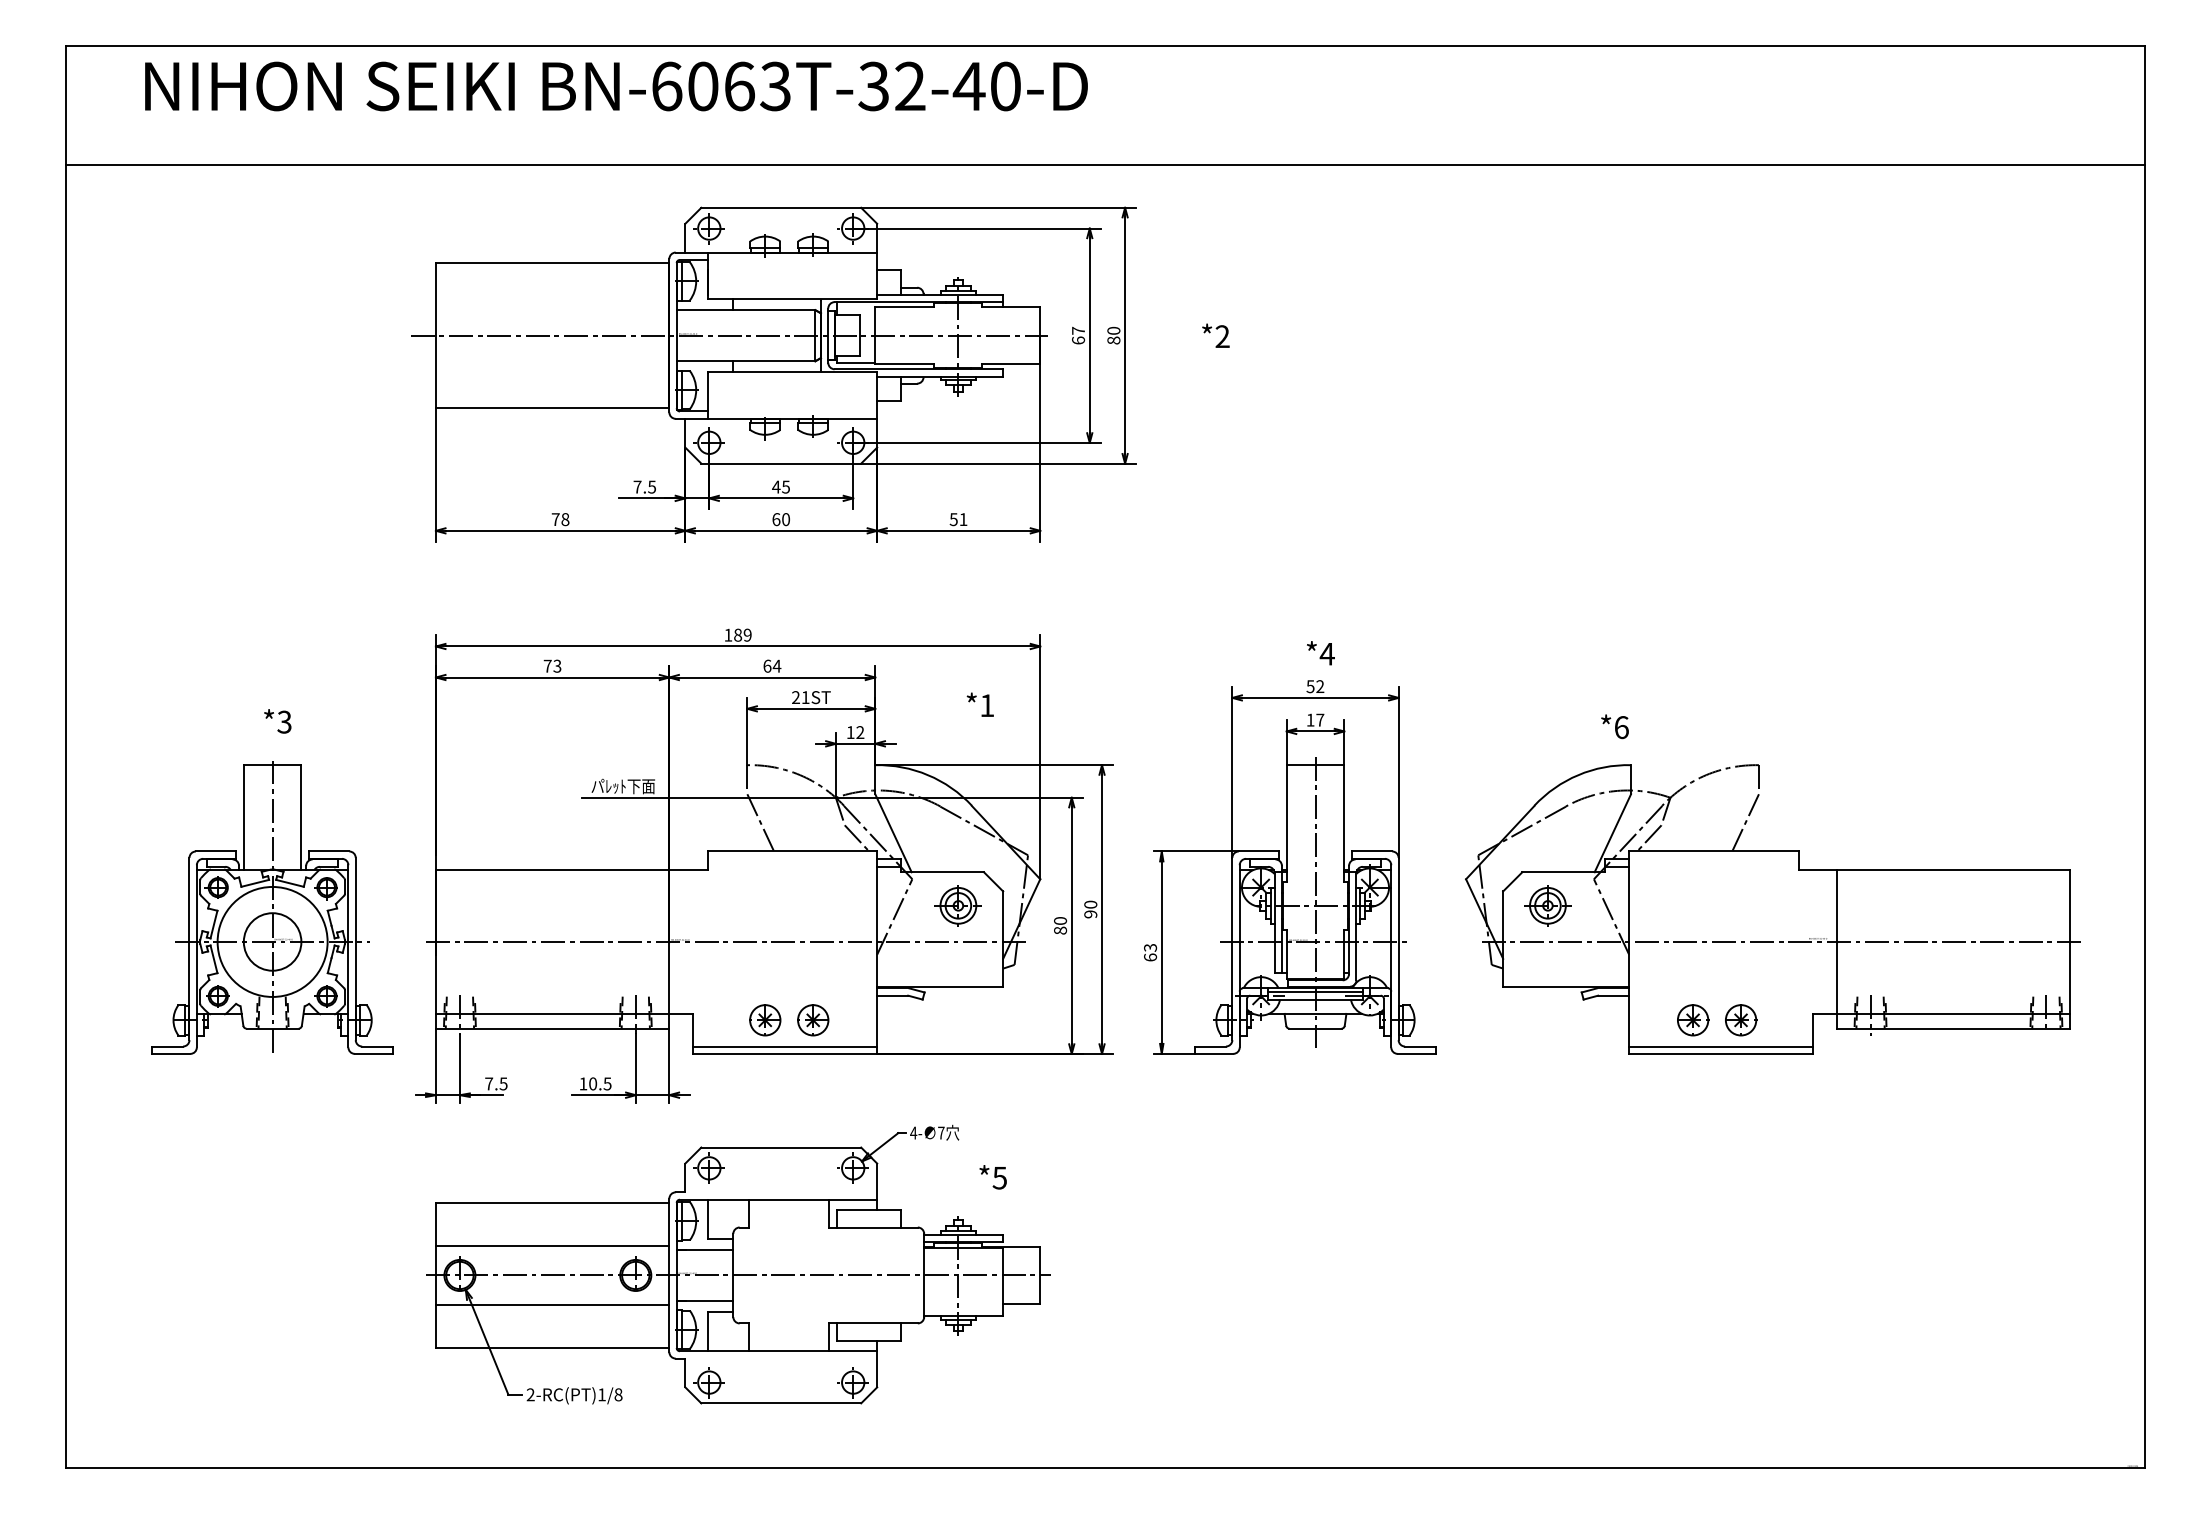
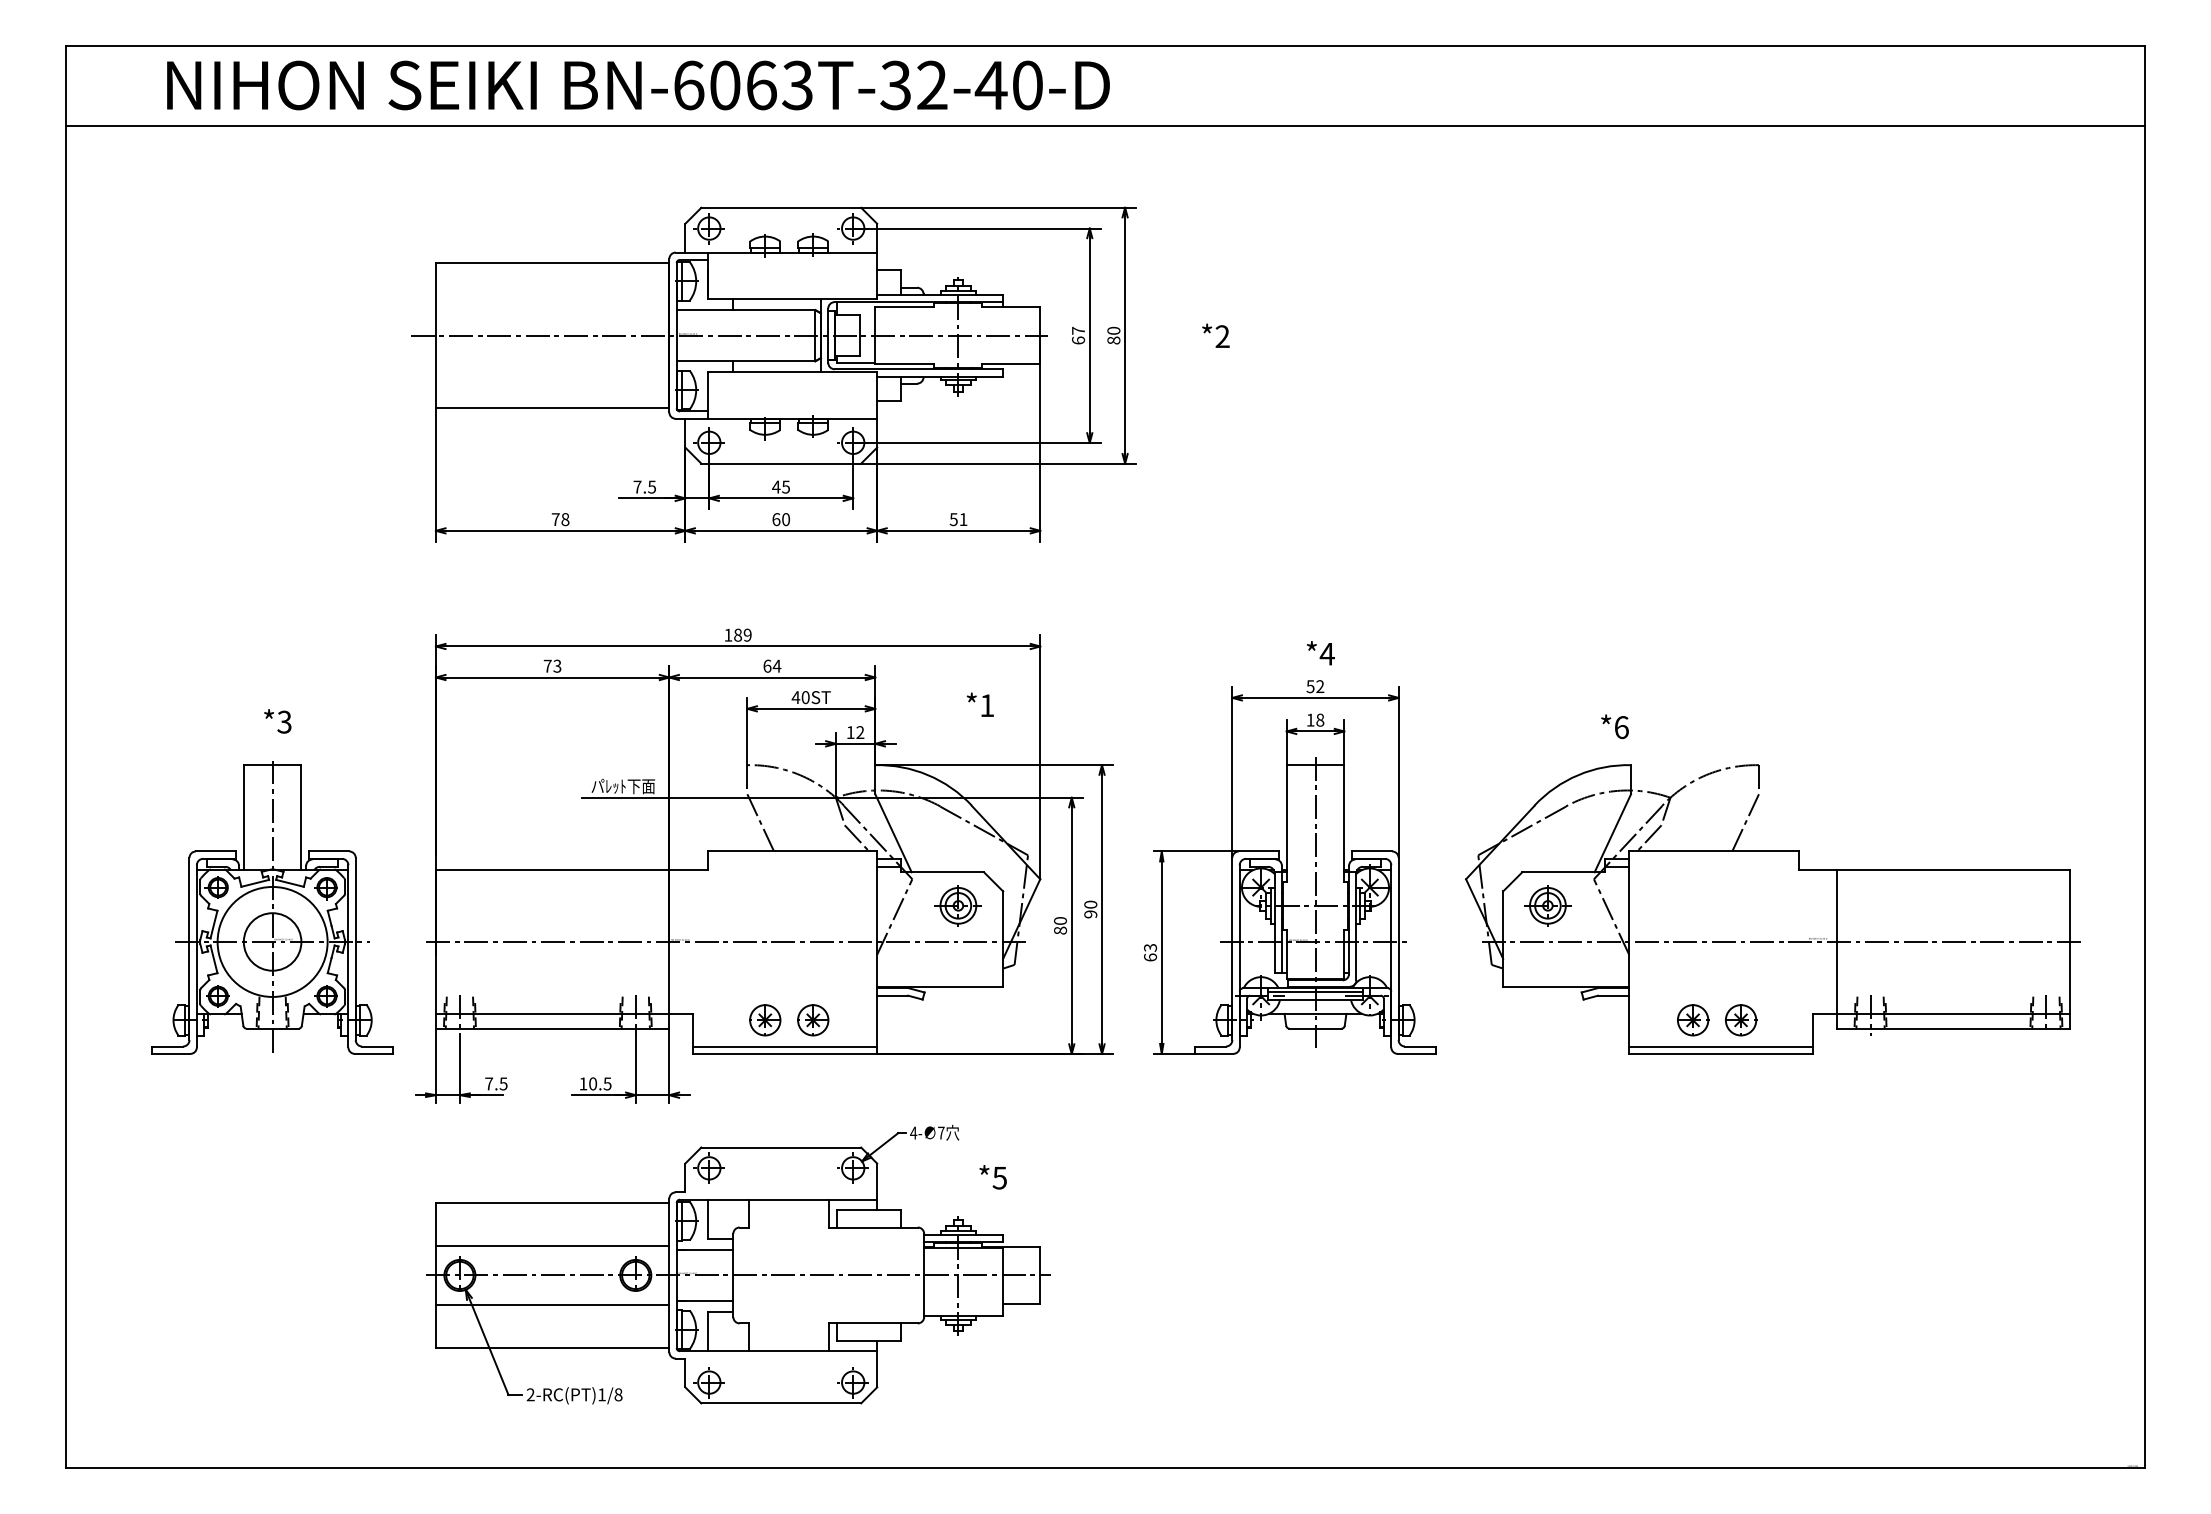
text at (616, 86) position: (616, 86) -> (638, 85)
line at (1105, 164) position: (1105, 164) -> (1105, 125)
text at (800, 697): 21ST -> 40ST
text at (1320, 719): 17 -> 18
